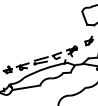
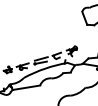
part at (88, 40): present -> none
